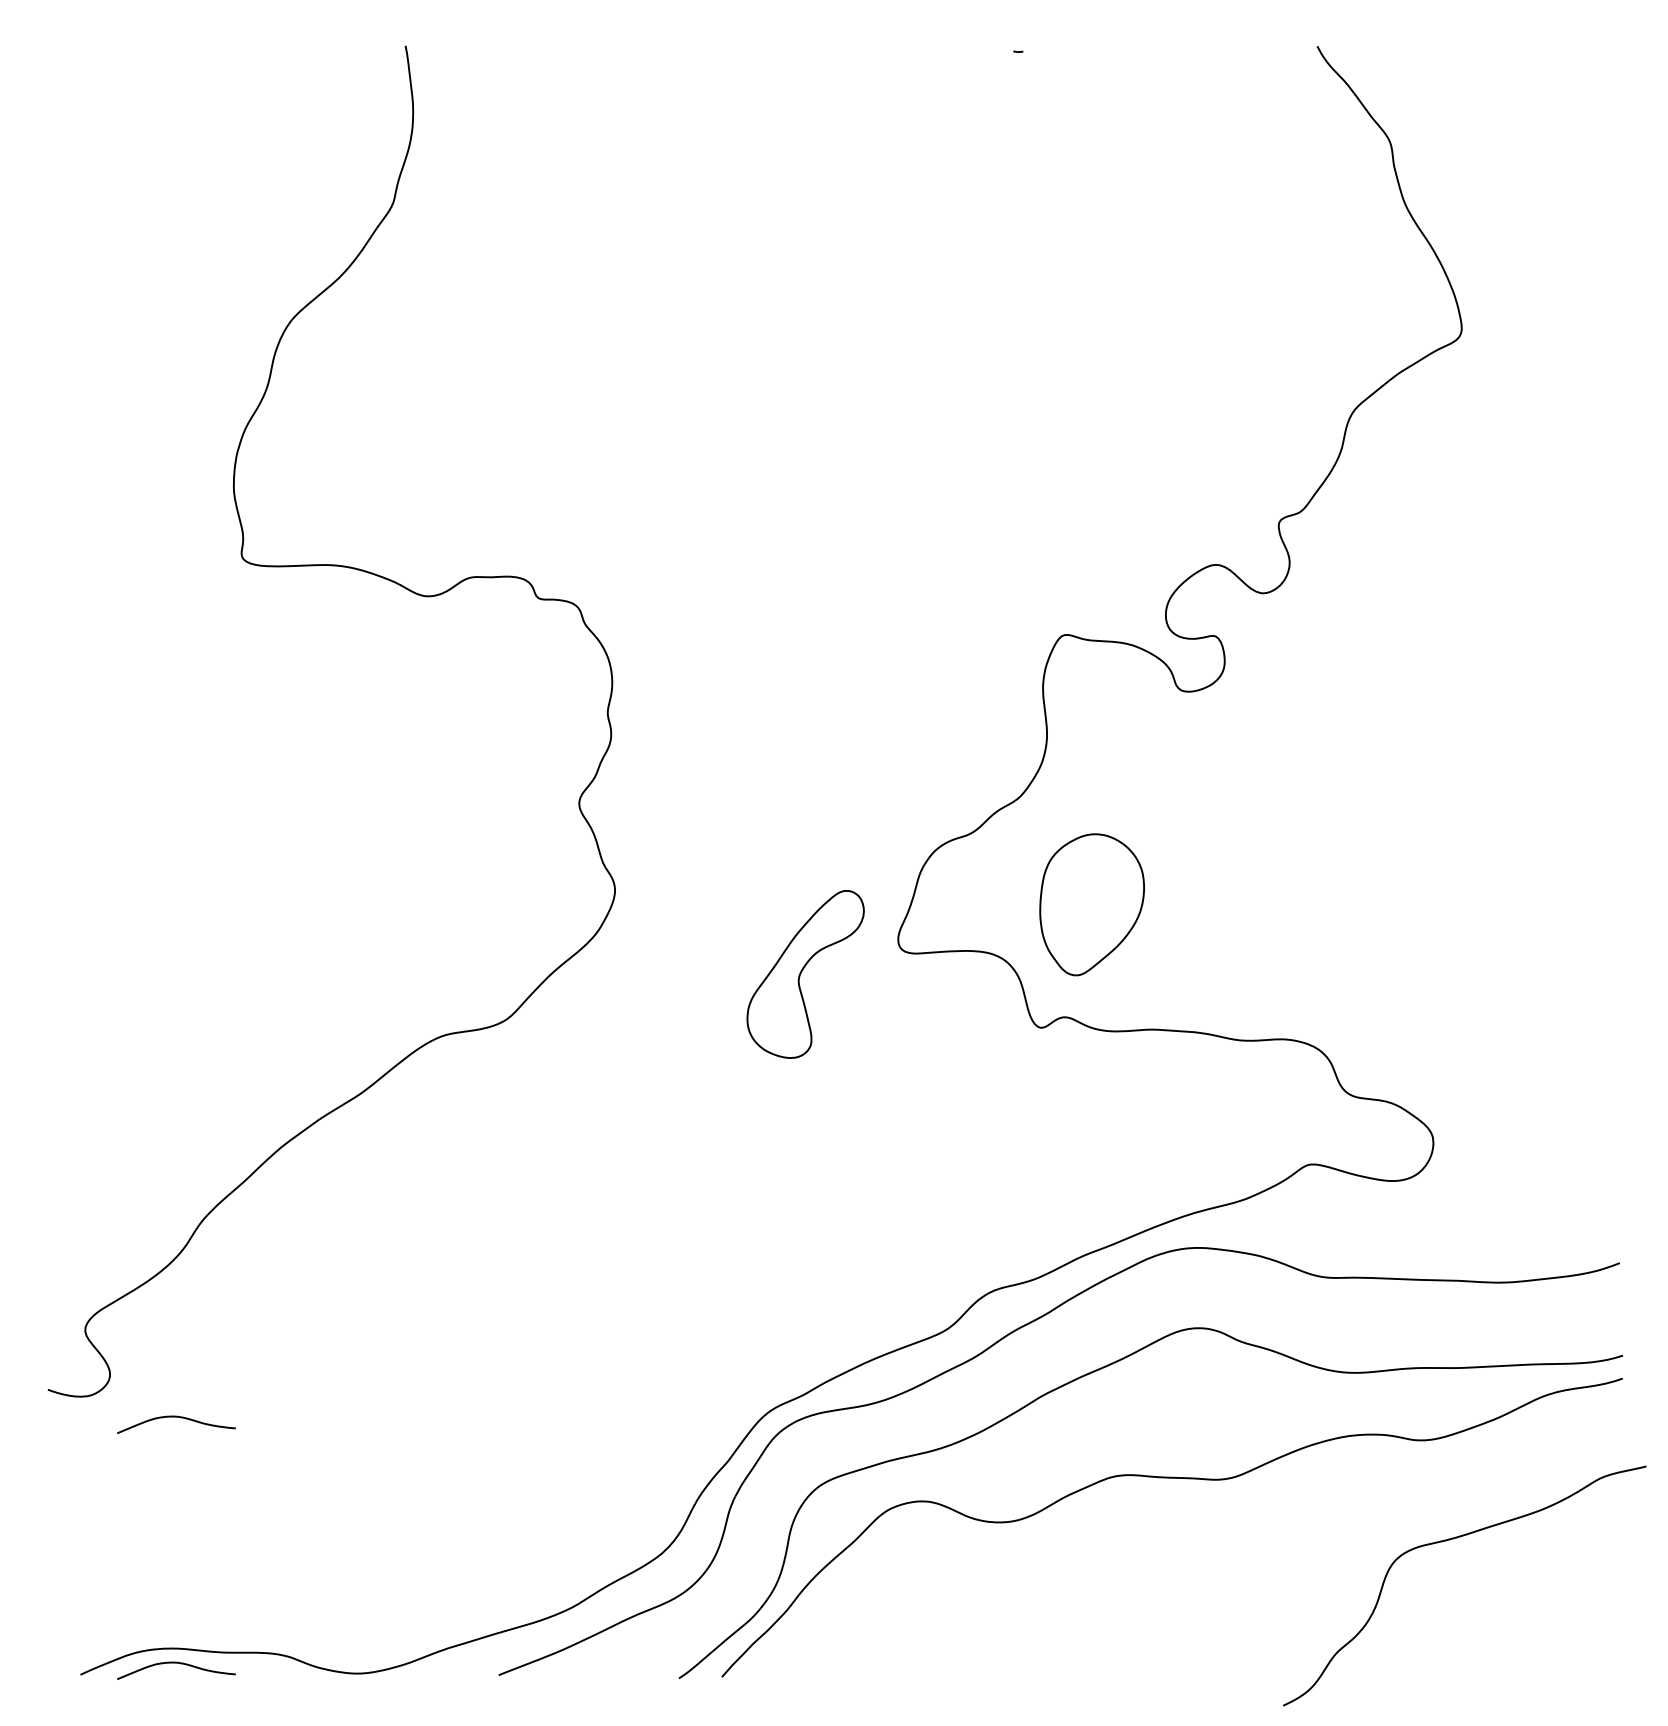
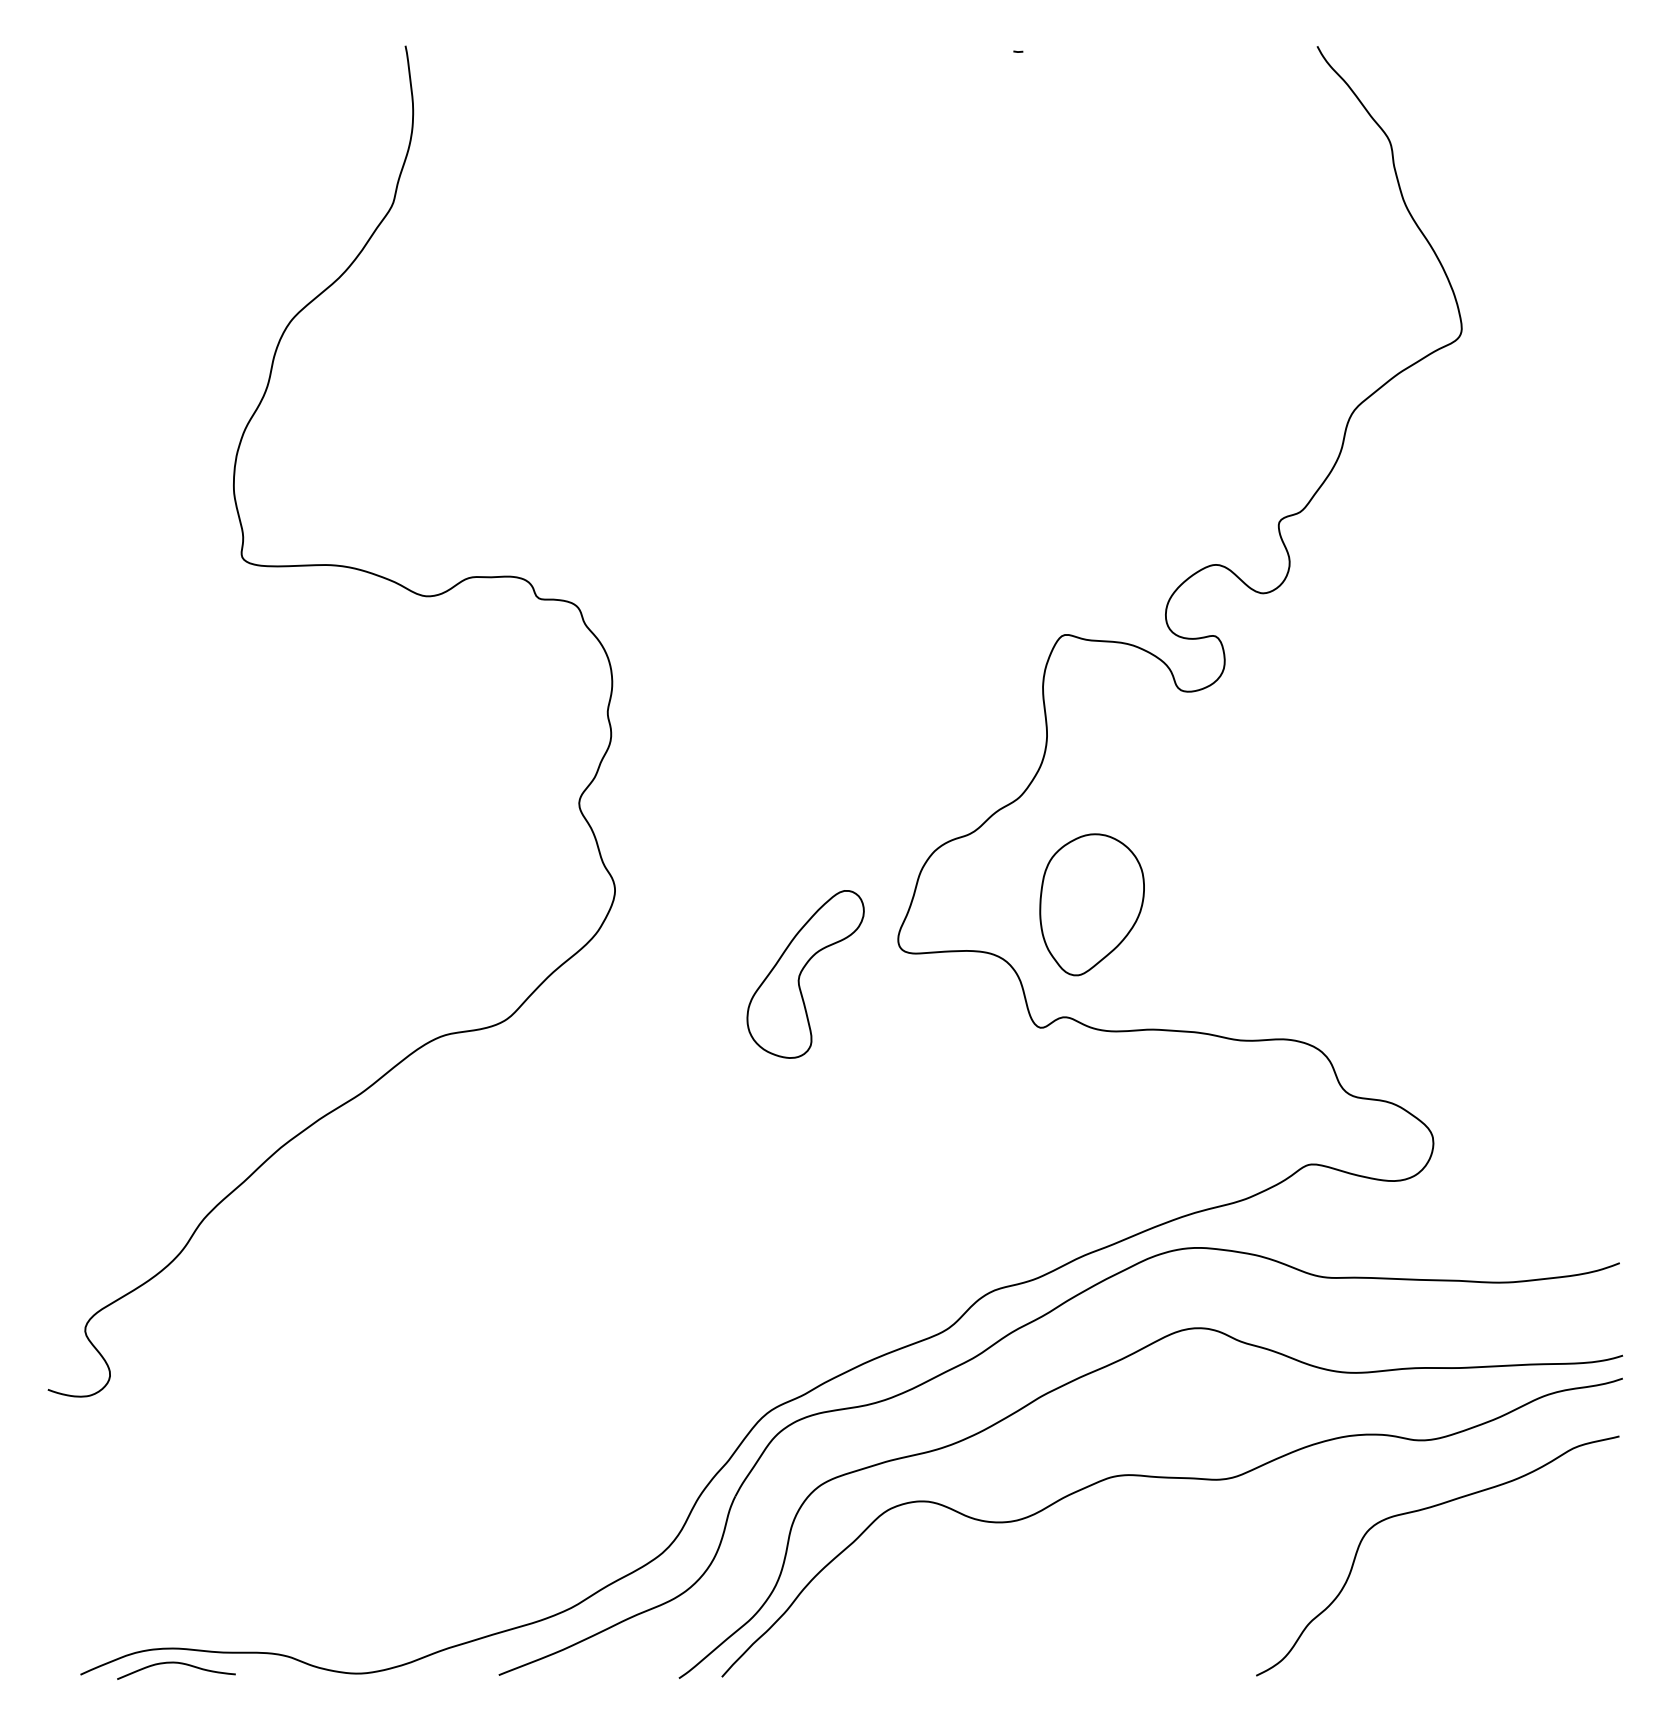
curve at (176, 1417): present -> none
curve at (1450, 1540) position: (1450, 1540) -> (1423, 1510)
